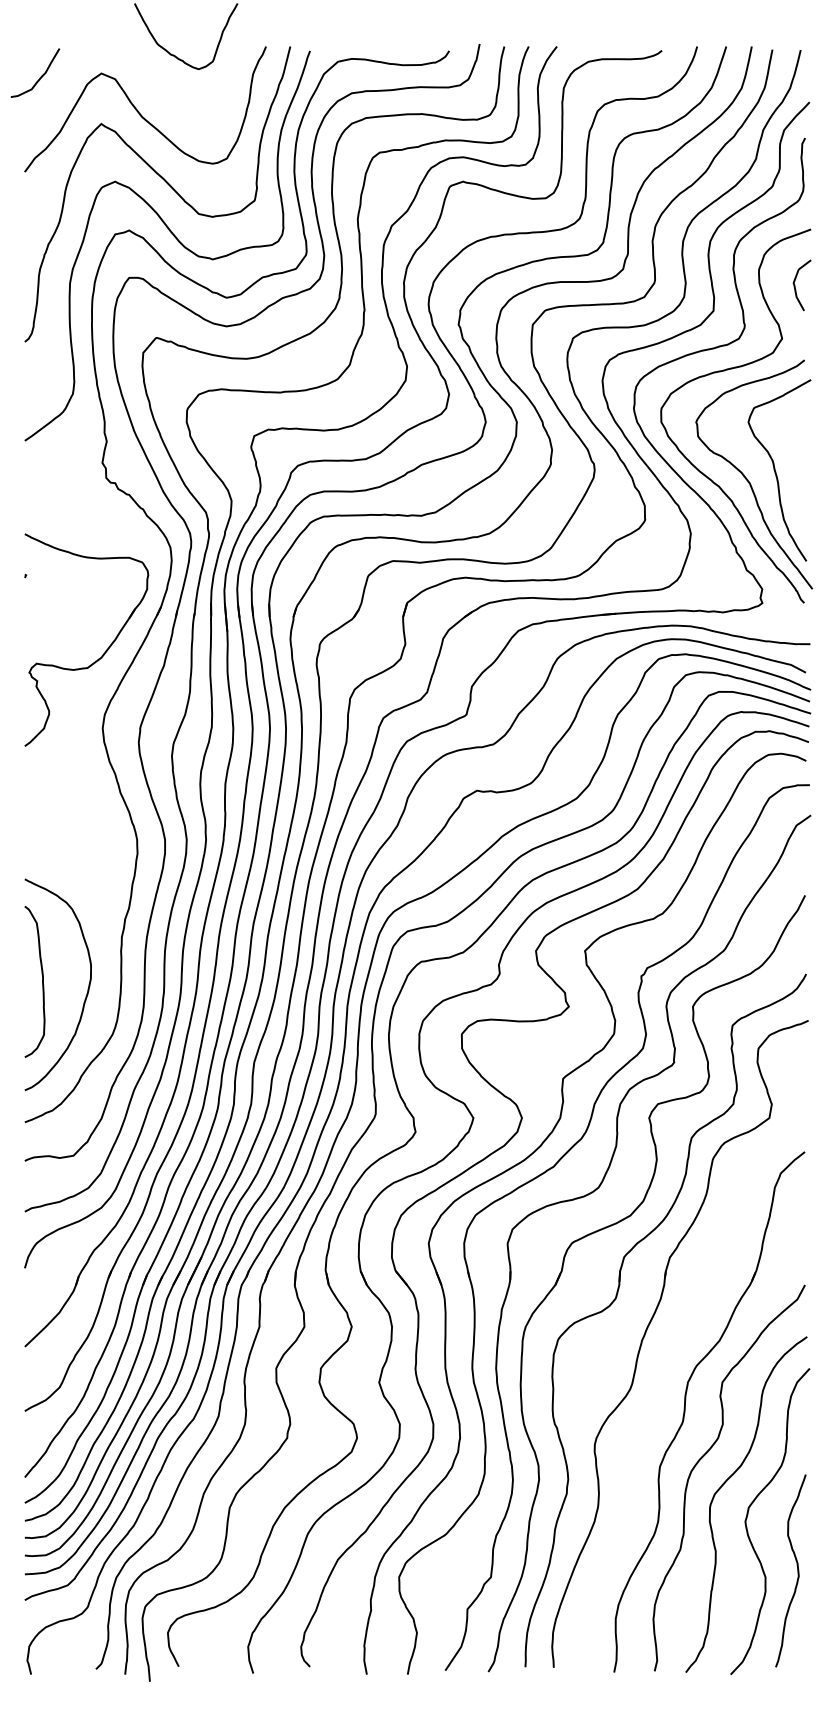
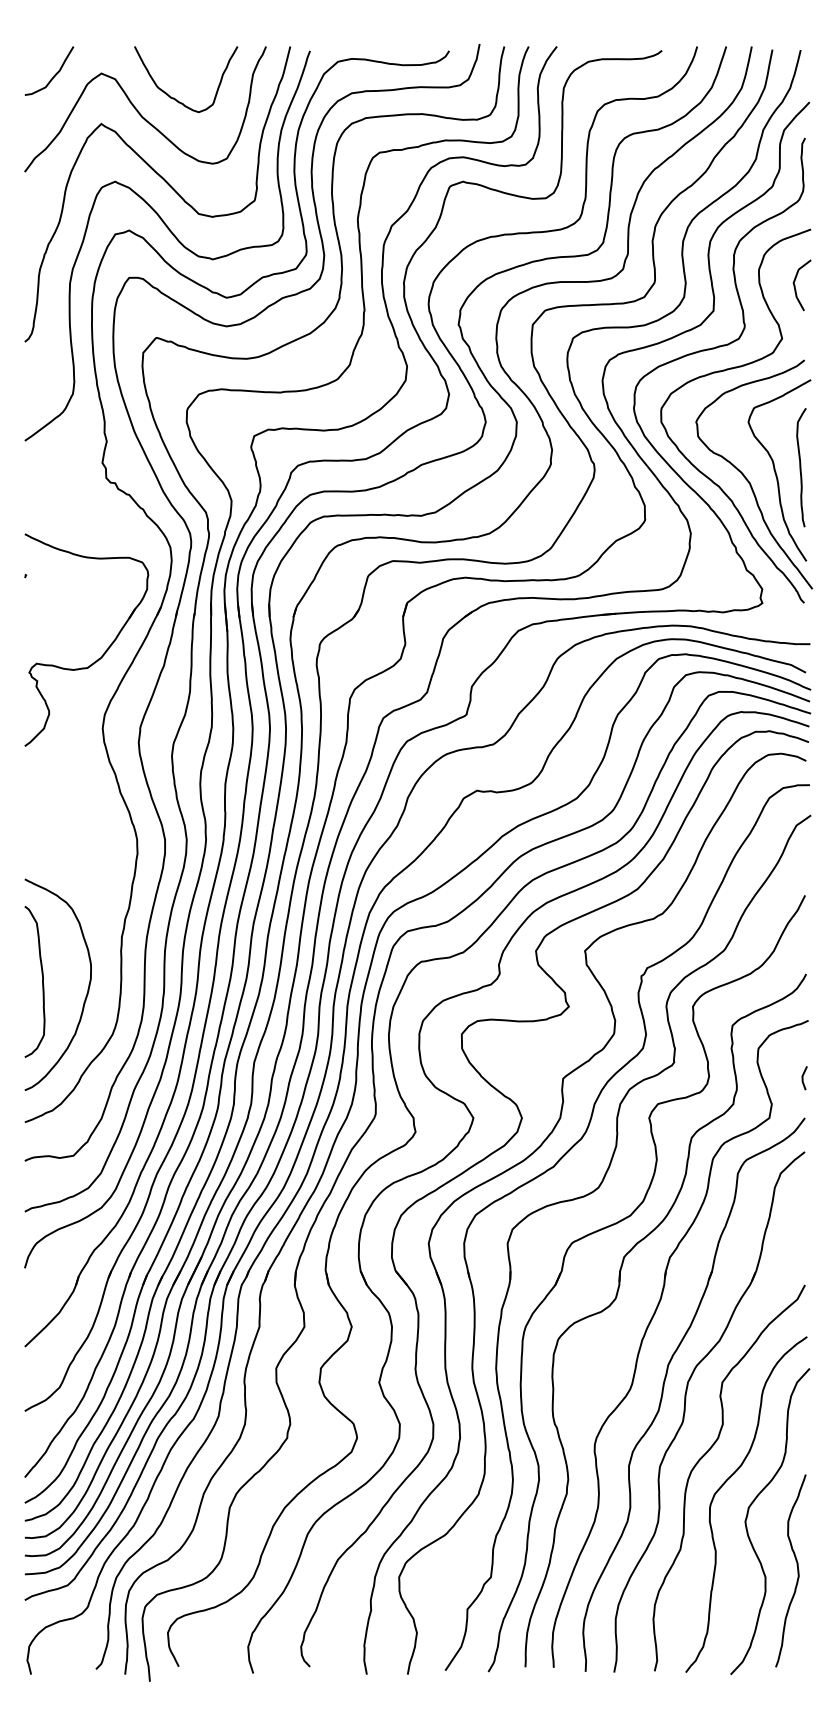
curve at (174, 54) position: (174, 54) -> (174, 97)
curve at (40, 76) position: (40, 76) -> (54, 74)
curve at (801, 467): none -> present
line at (803, 1078): none -> present
part at (664, 1387): none -> present
